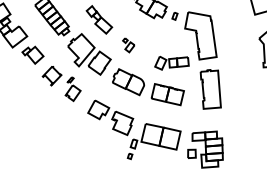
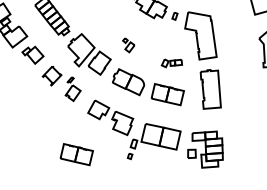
part at (99, 19): present -> none
part at (171, 63) size: 36x15 px -> 23x11 px
part at (76, 154): none -> present
